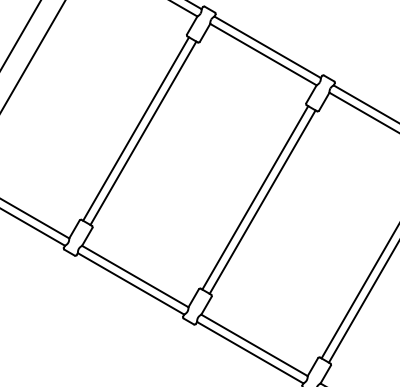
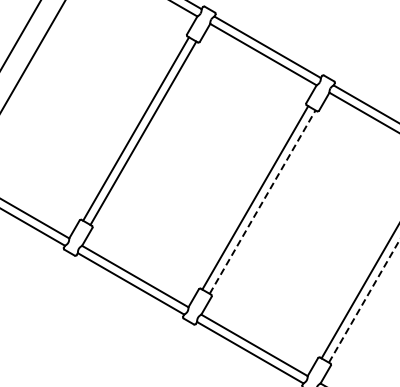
line at (262, 202): solid -> dashed
line at (364, 301): solid -> dashed
